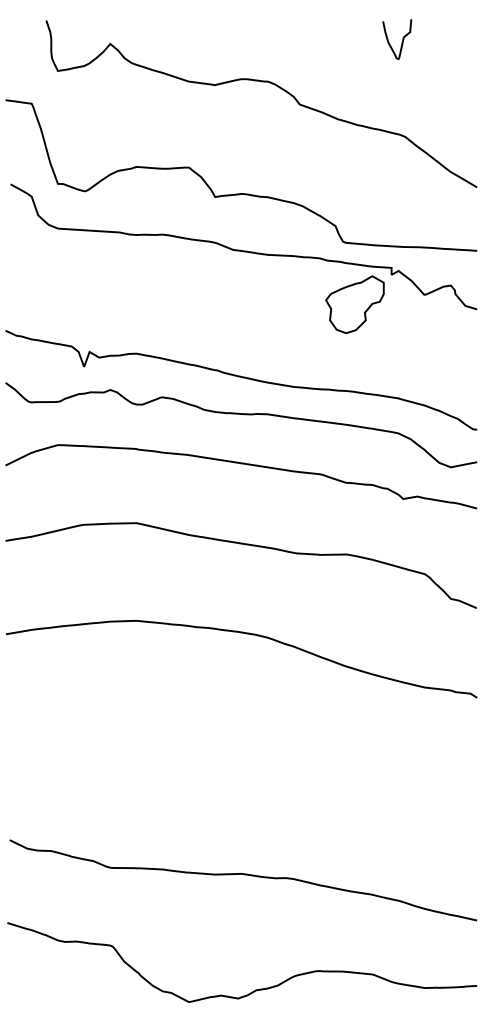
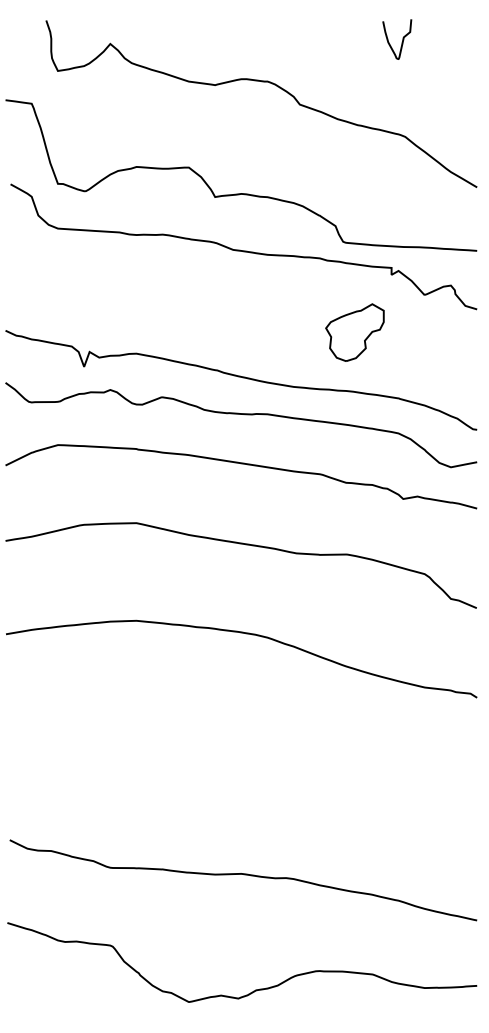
part at (354, 304) position: (354, 304) -> (354, 332)
